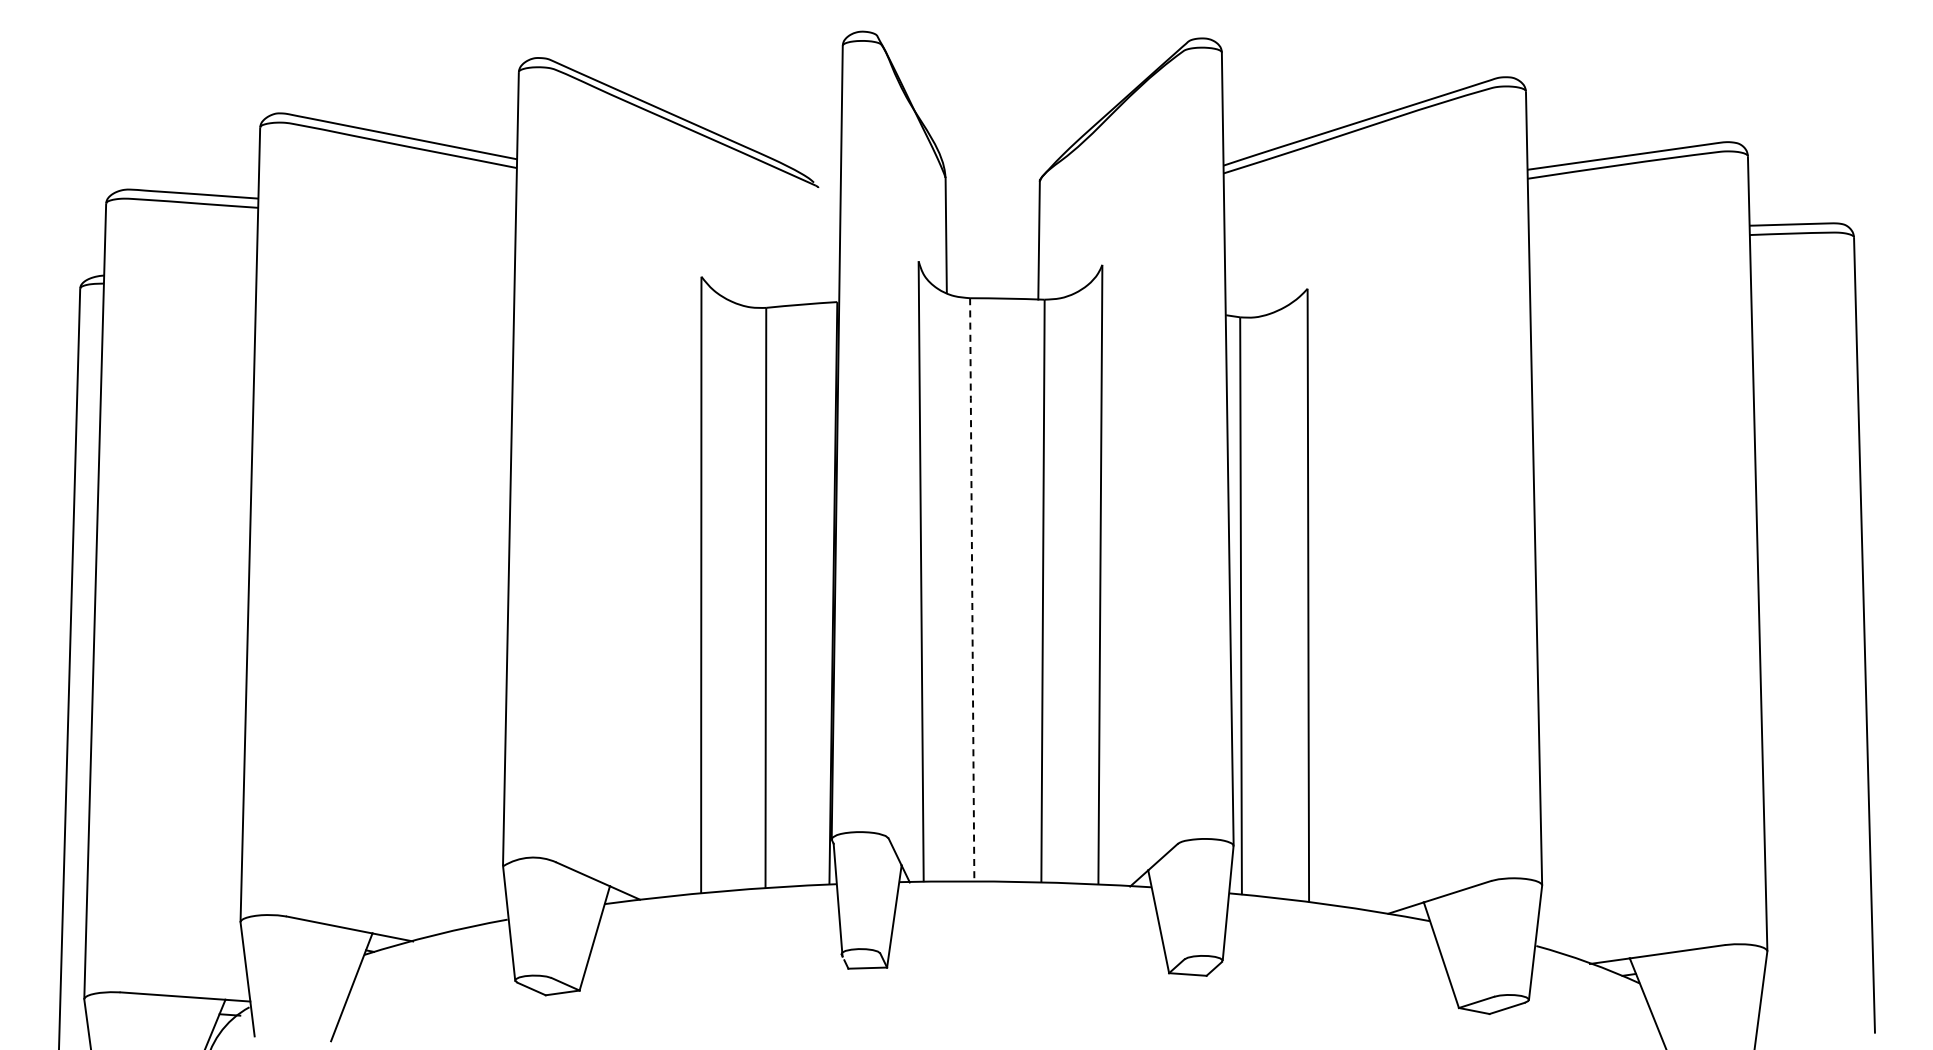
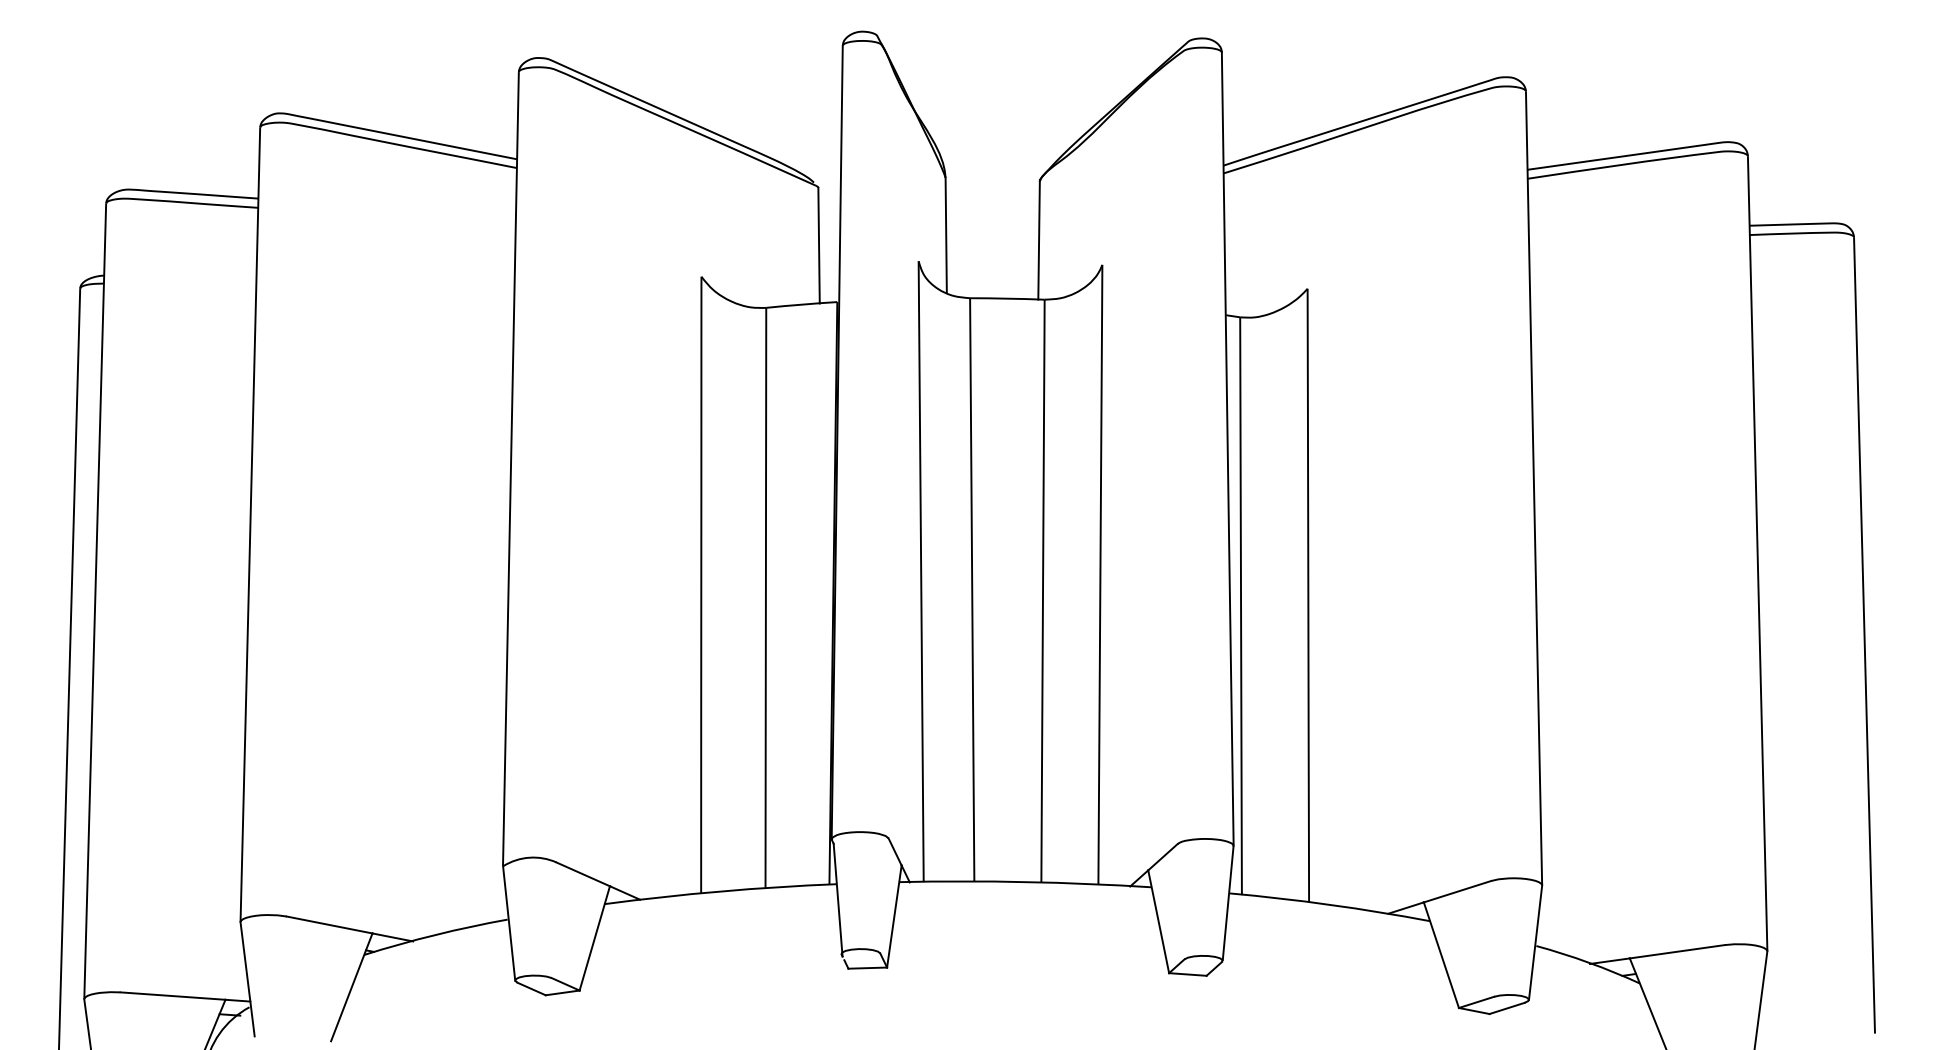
line at (818, 245): none -> present
line at (972, 590): dashed -> solid
